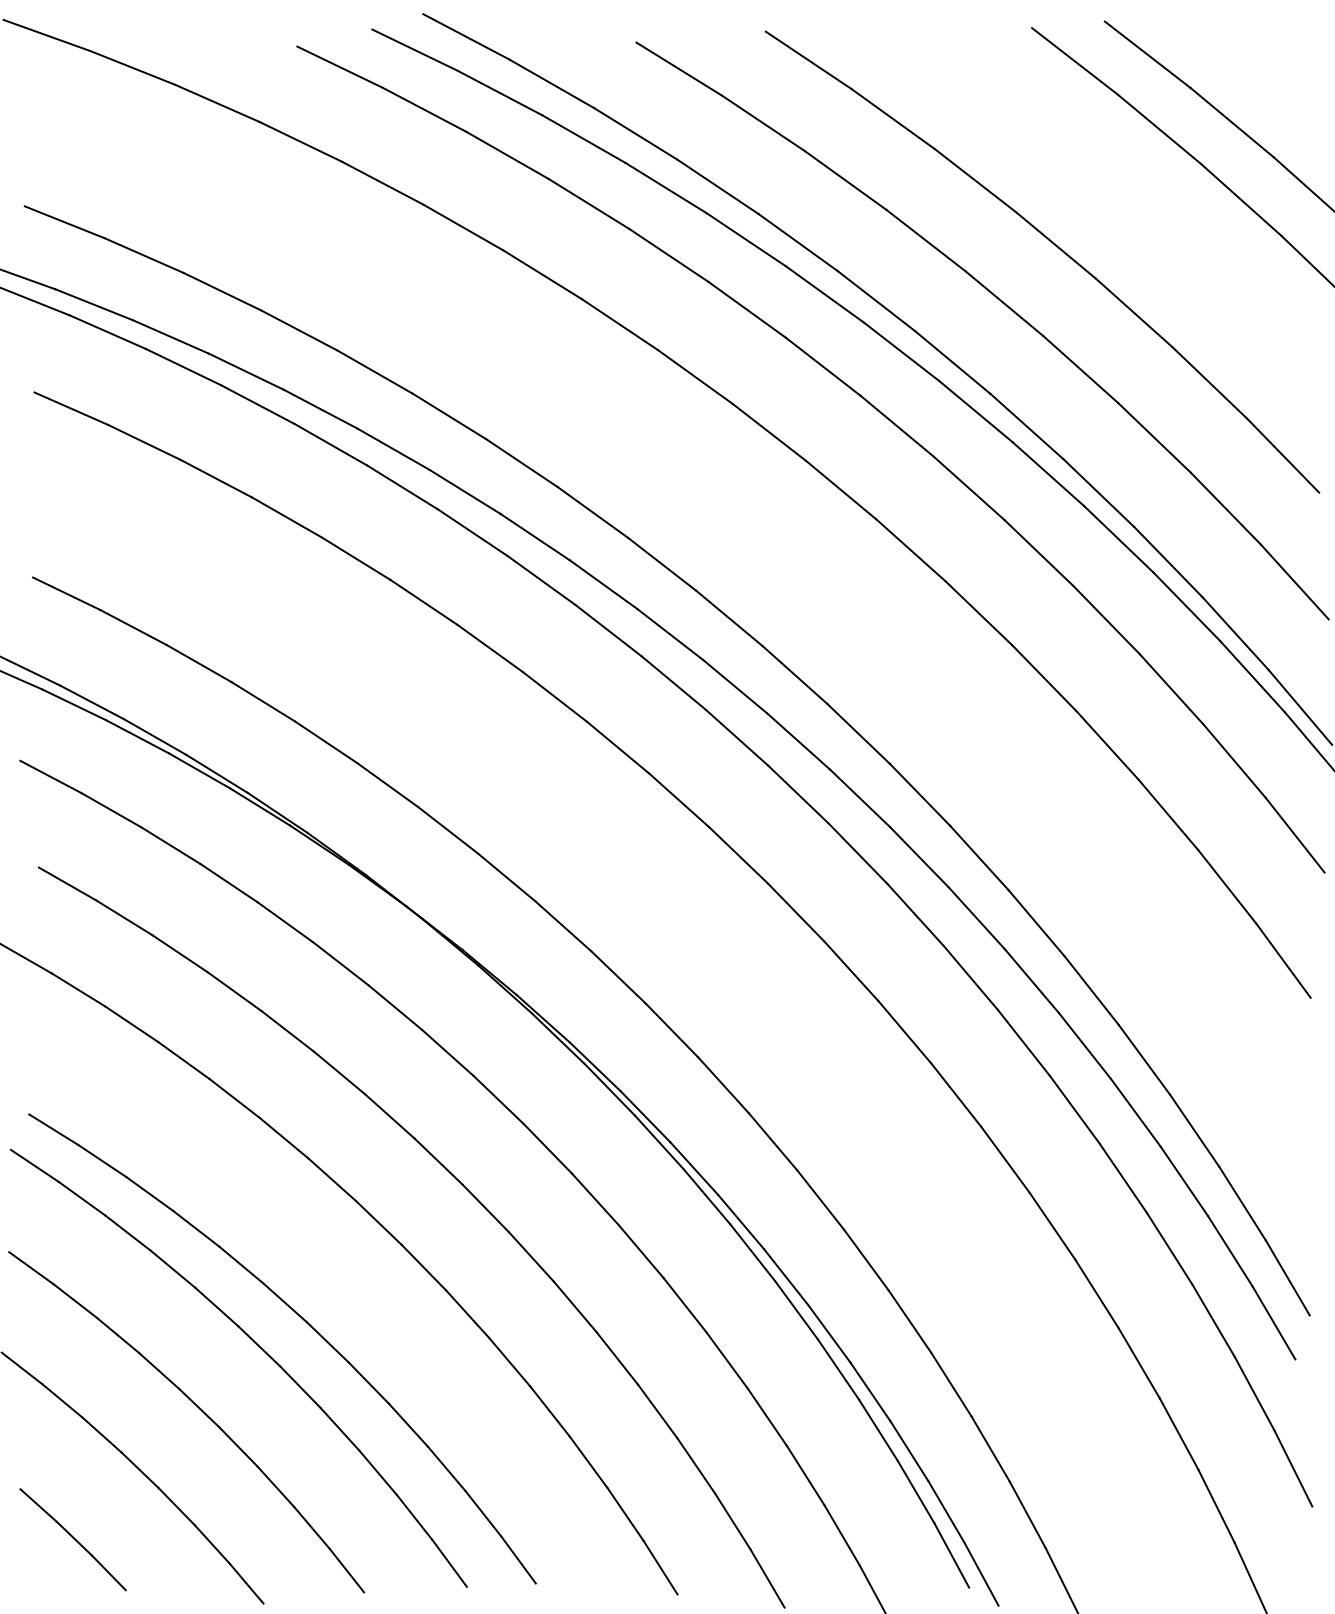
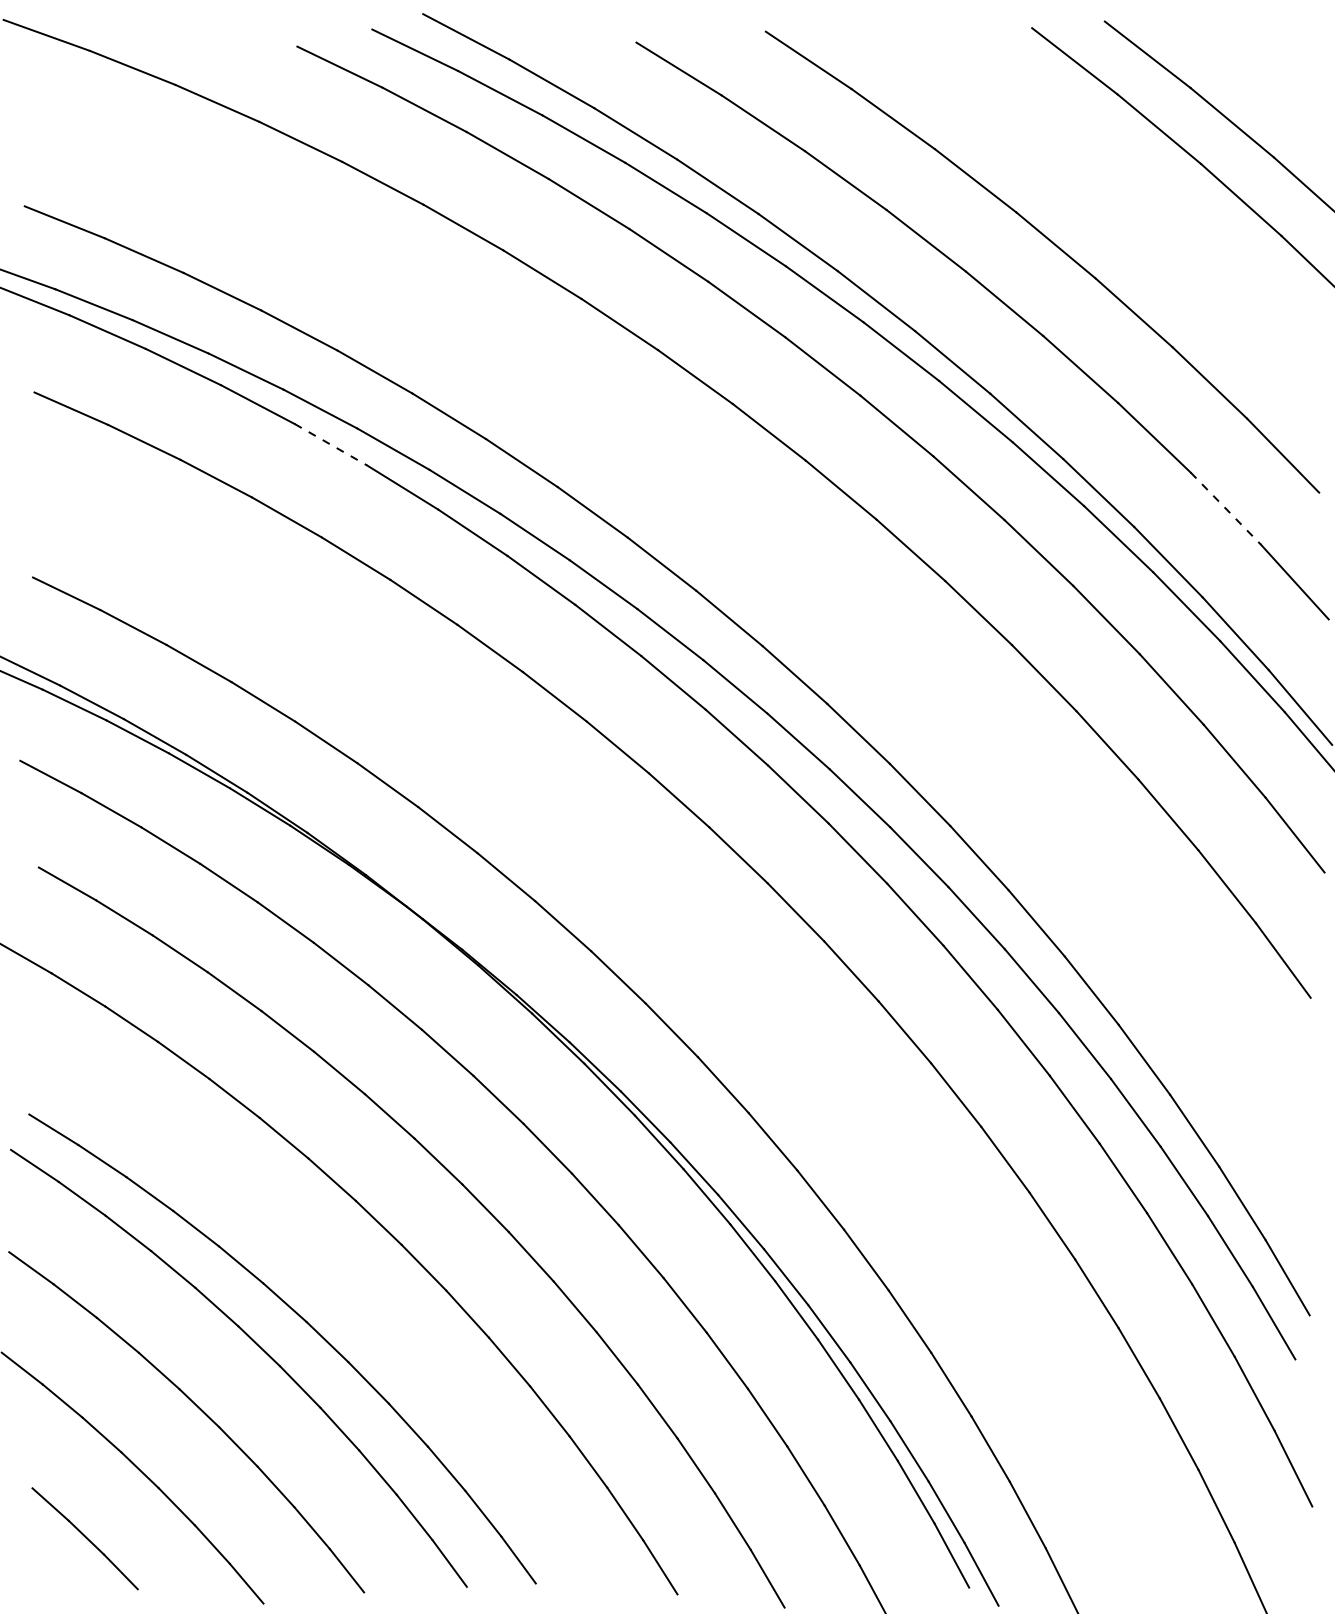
line at (330, 444): solid -> dashed
line at (1226, 509): solid -> dashed
part at (72, 1539) position: (72, 1539) -> (84, 1538)
